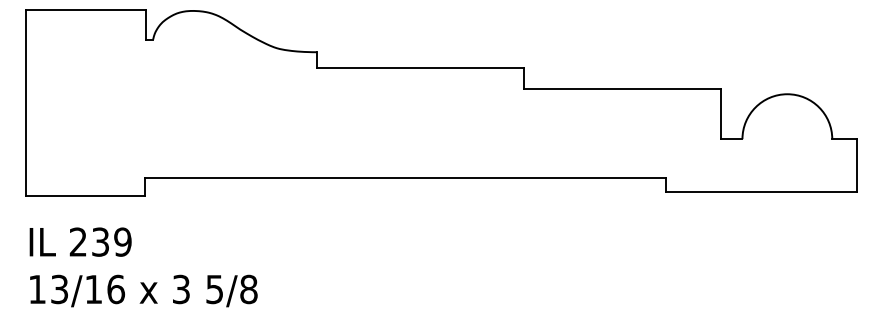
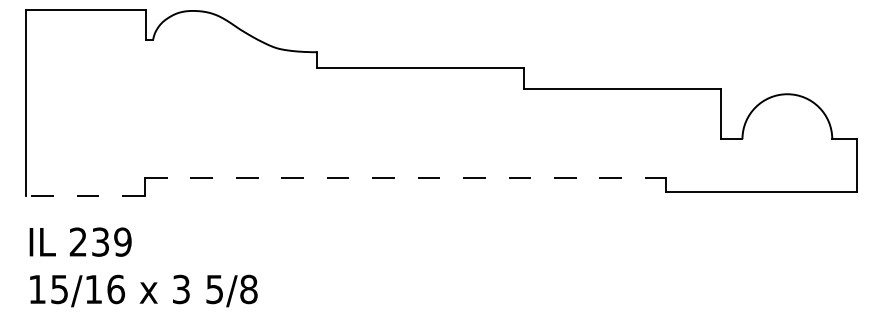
line at (405, 178): solid -> dashed
line at (85, 196): solid -> dashed
text at (59, 288): 13/16 -> 15/16
